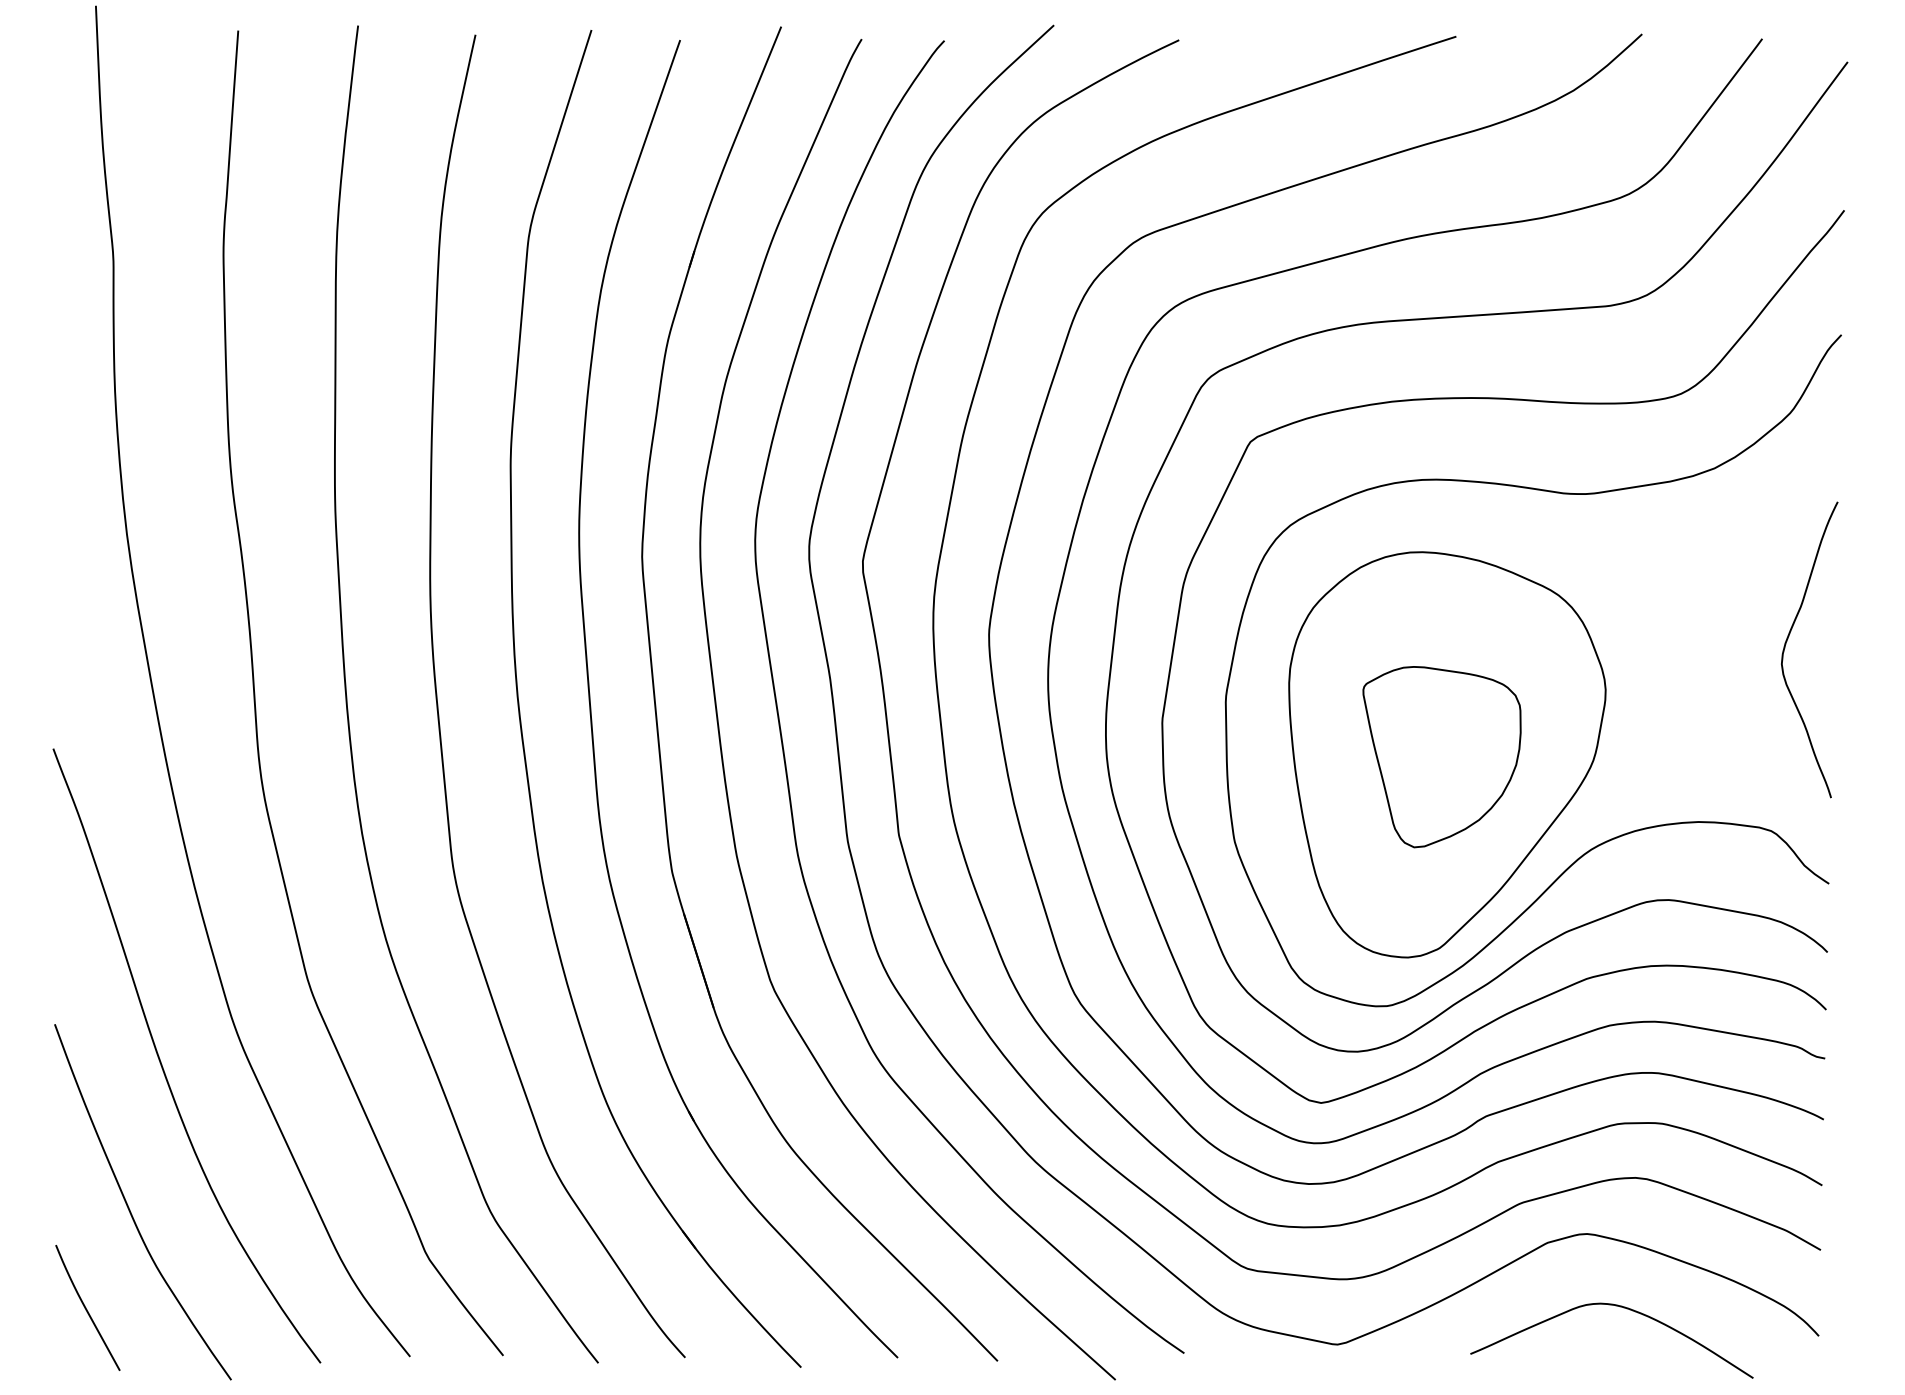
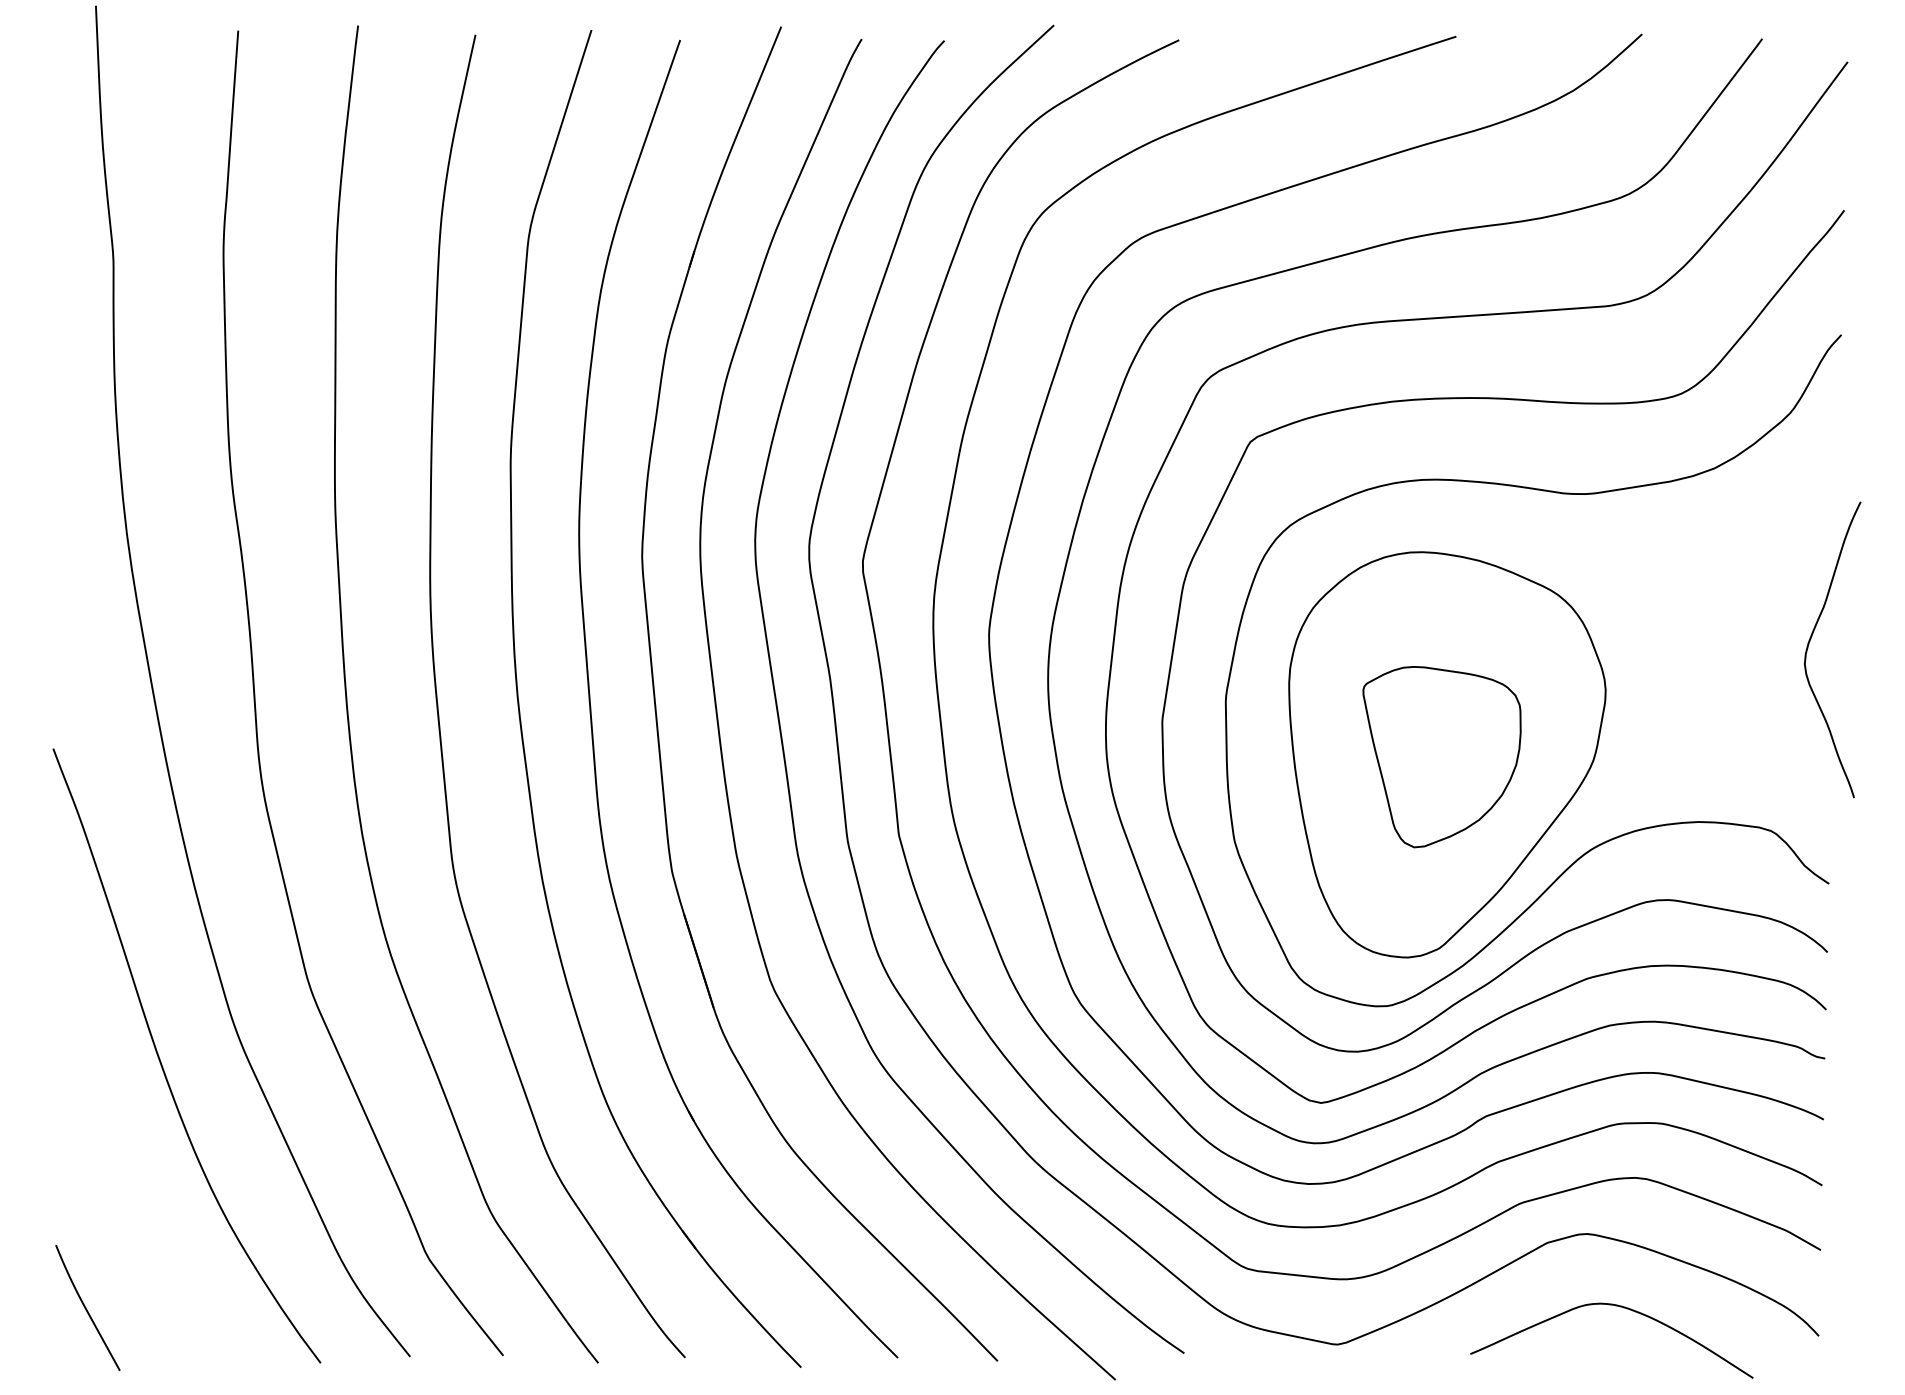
curve at (1788, 639) position: (1788, 639) -> (1811, 639)
curve at (130, 1209): present -> none
